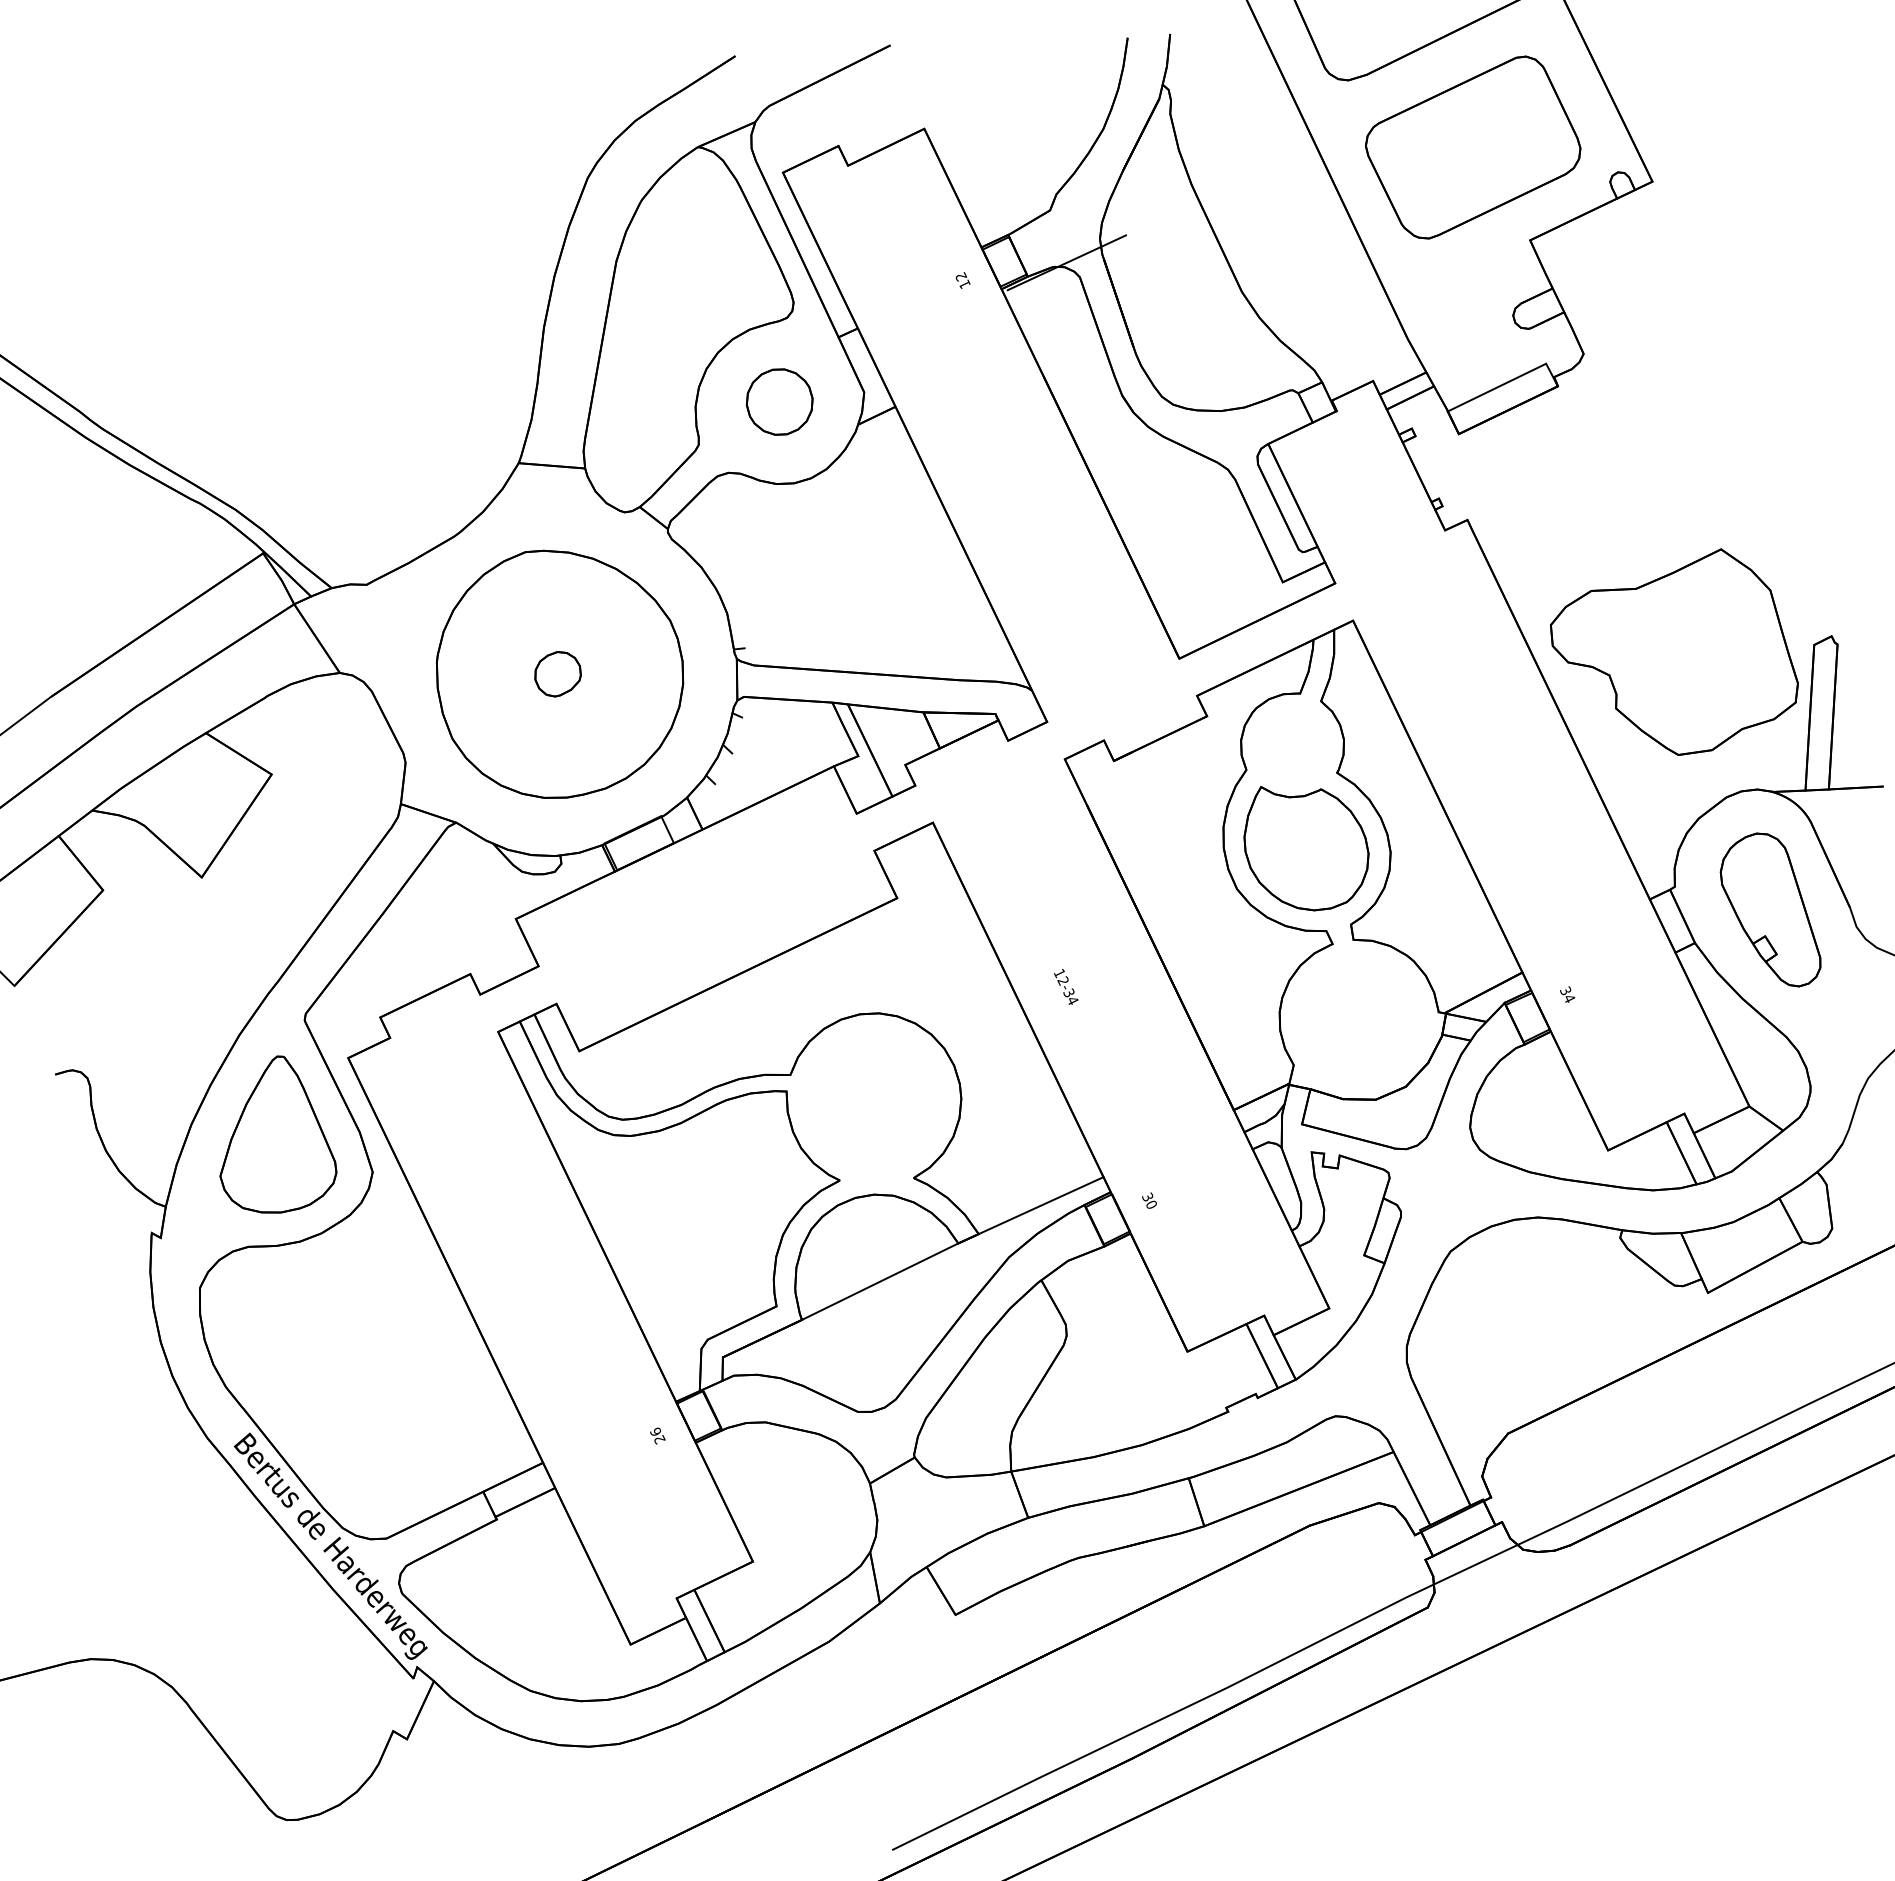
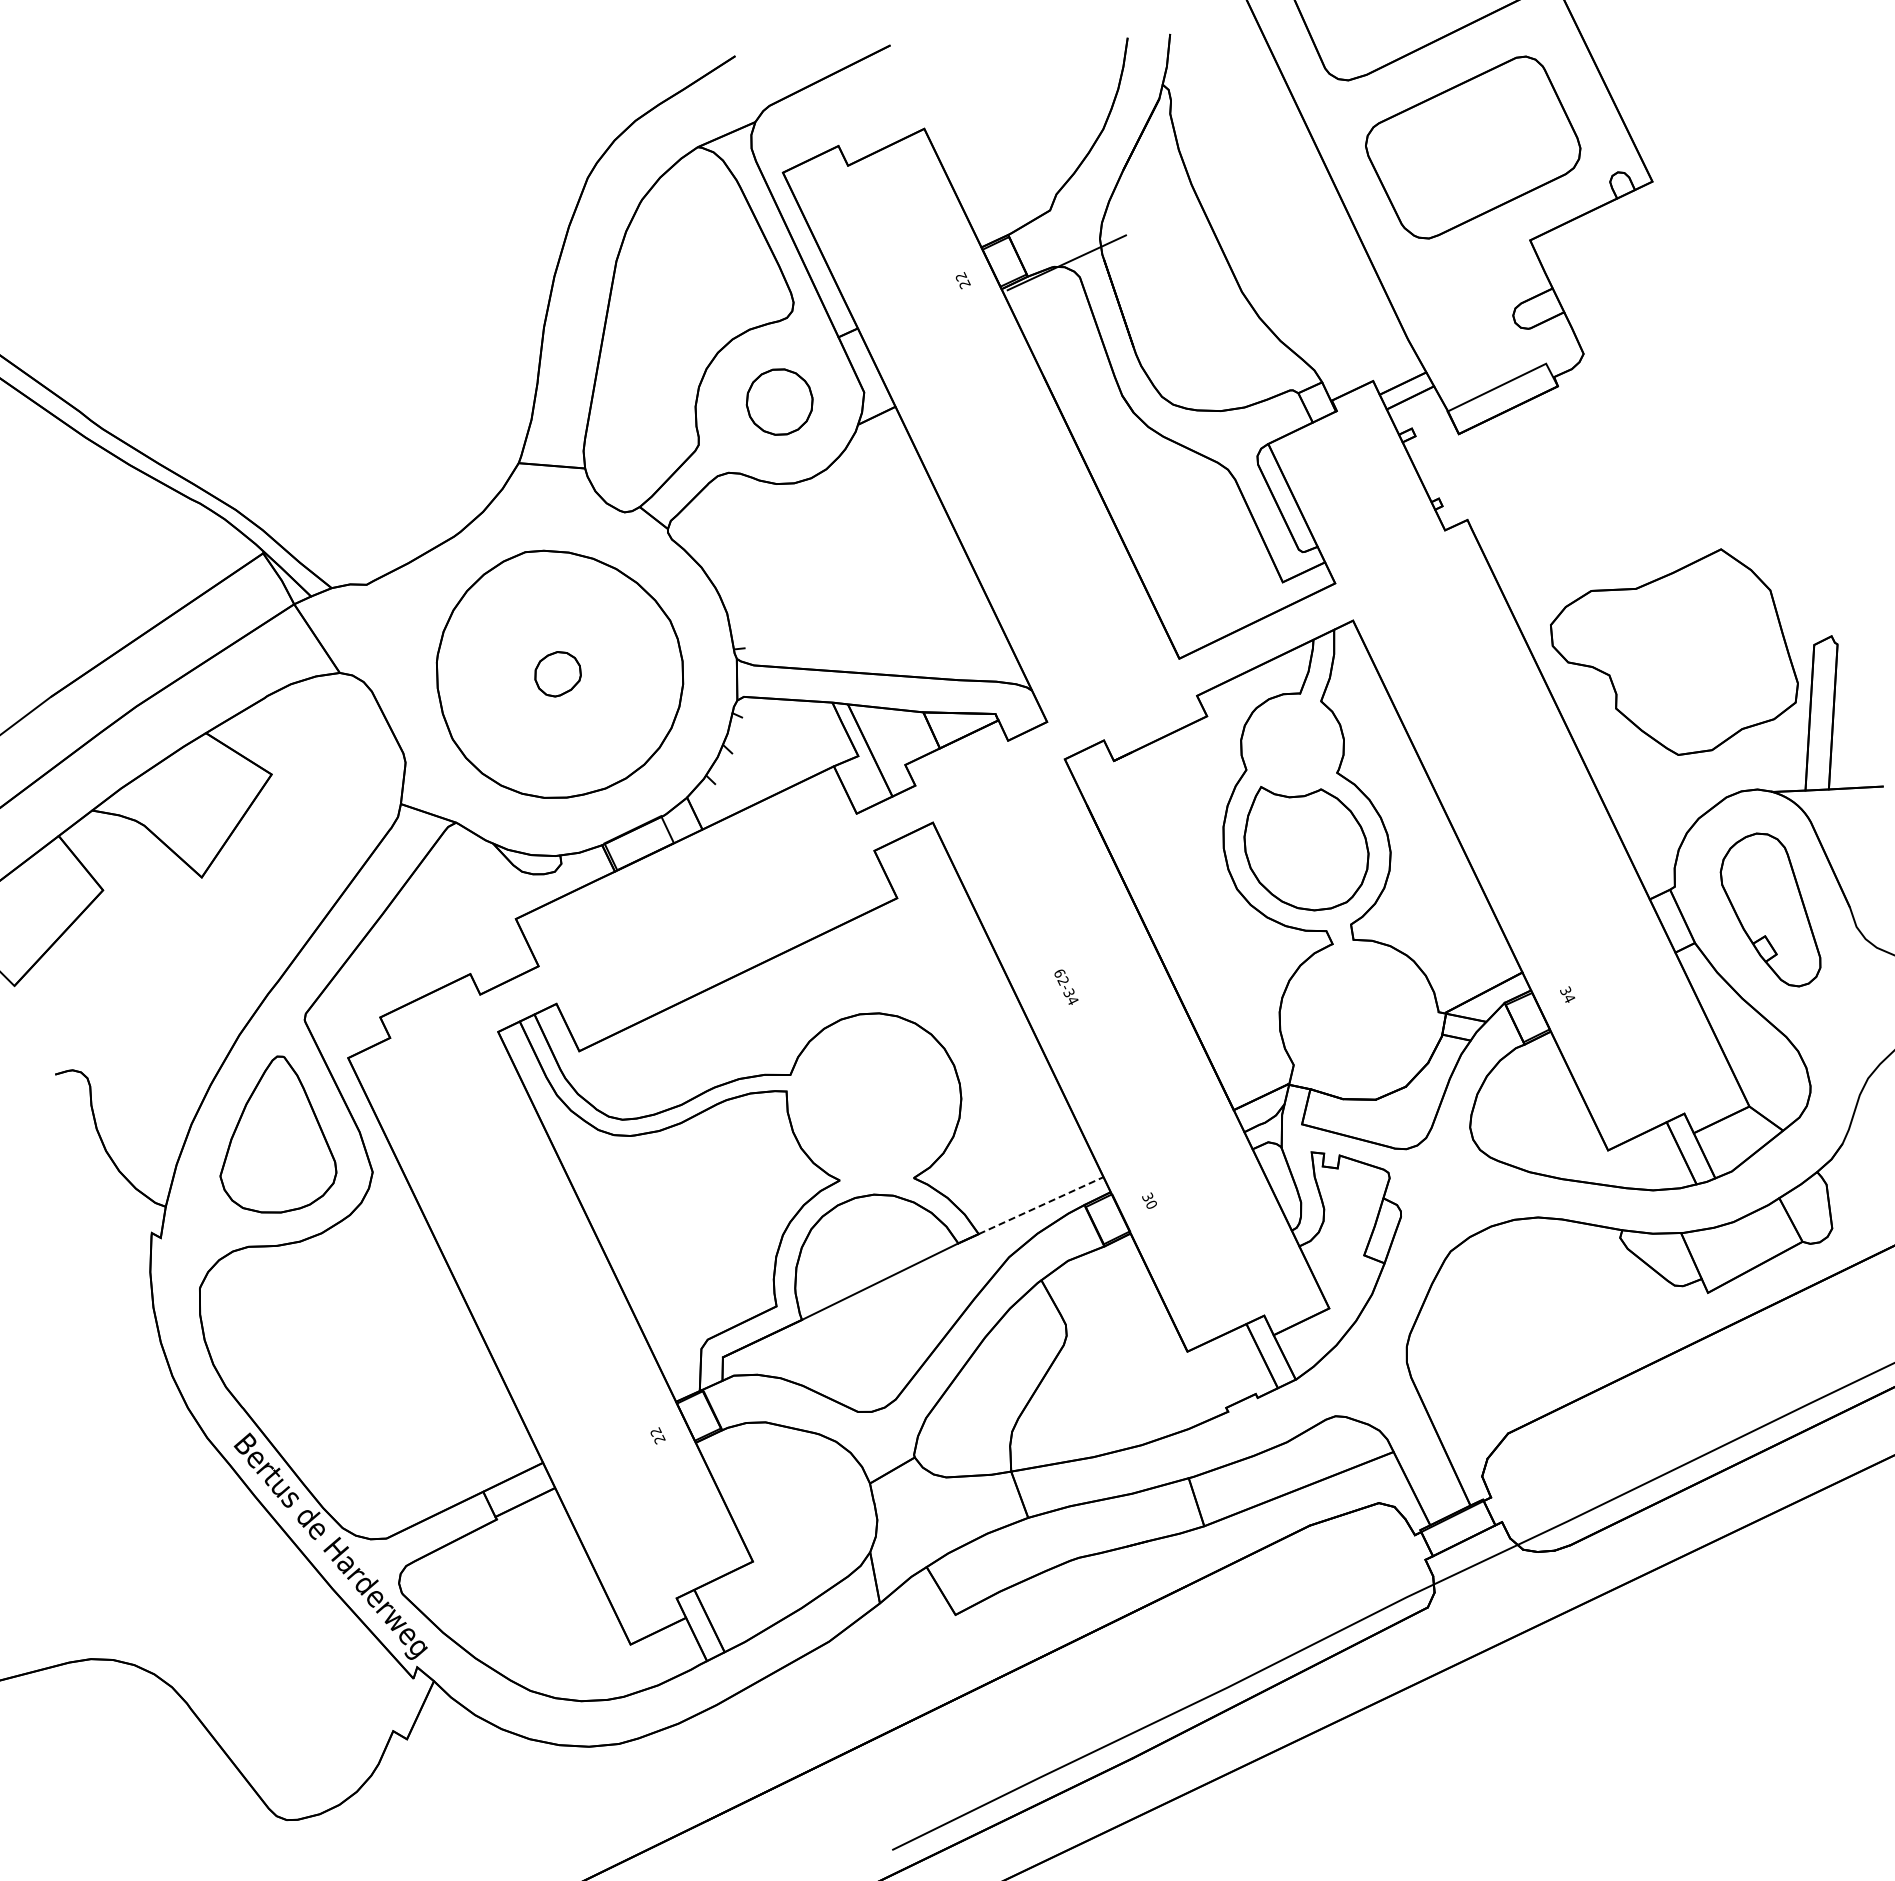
text at (964, 285): 12 -> 22
text at (1059, 973): 12-34 -> 62-34
line at (1041, 1205): solid -> dashed
text at (655, 1431): 26 -> 22
